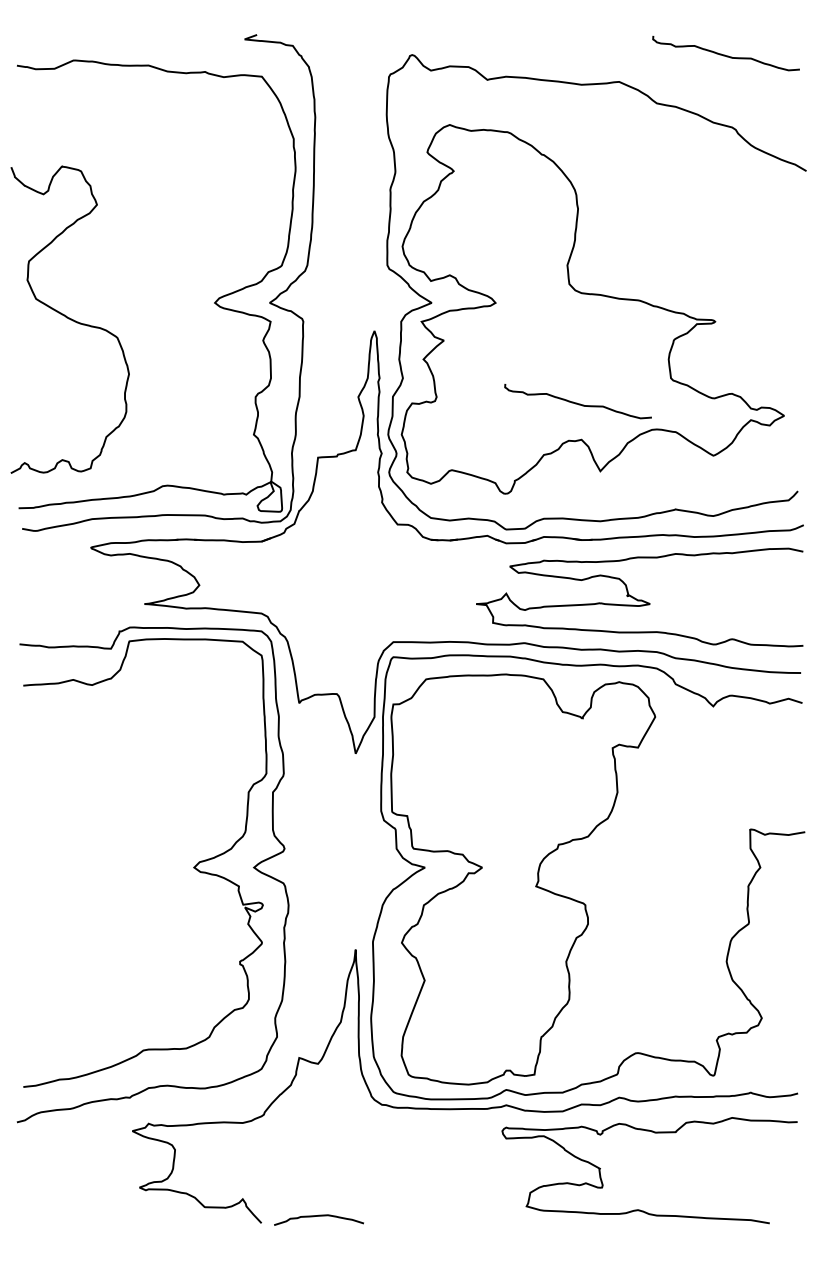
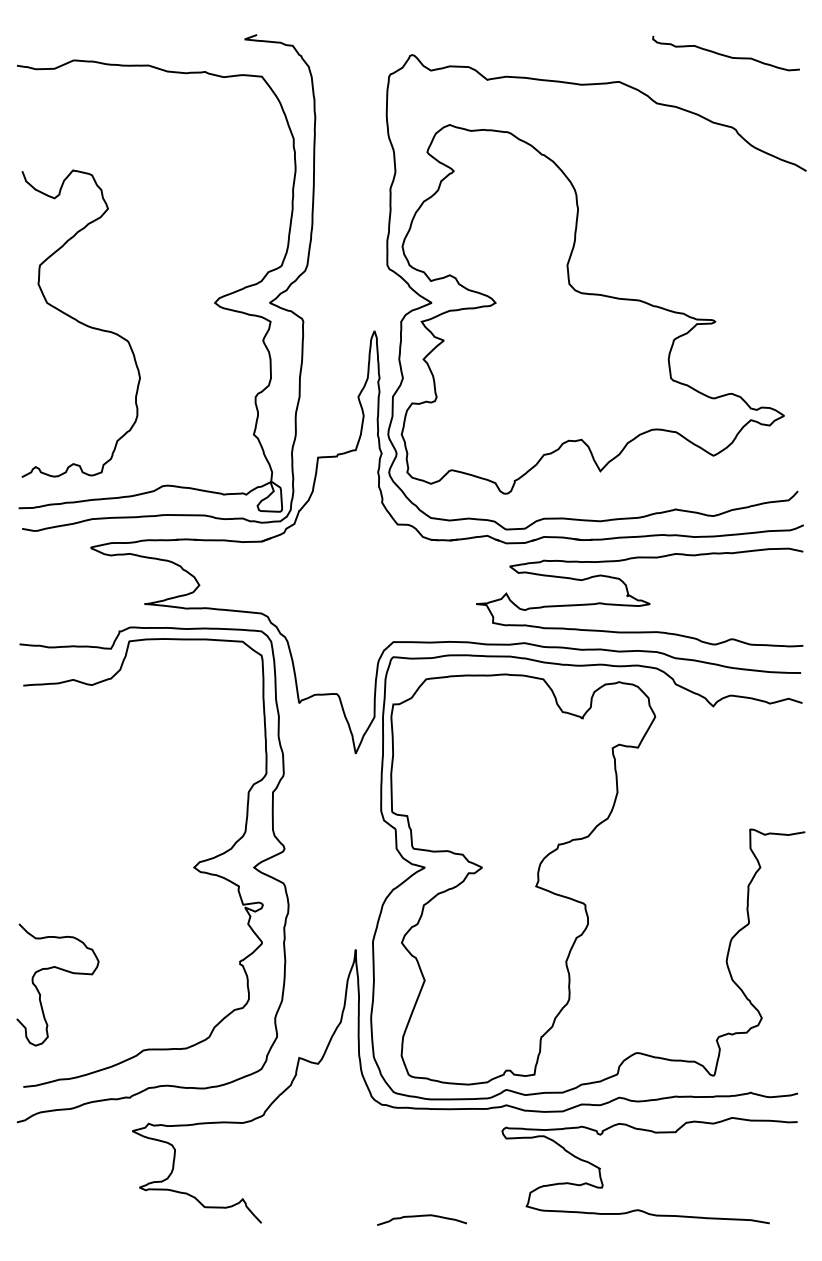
curve at (69, 319) position: (69, 319) -> (80, 323)
curve at (577, 402): present -> none
curve at (61, 970): none -> present
curve at (318, 1216) position: (318, 1216) -> (421, 1216)
